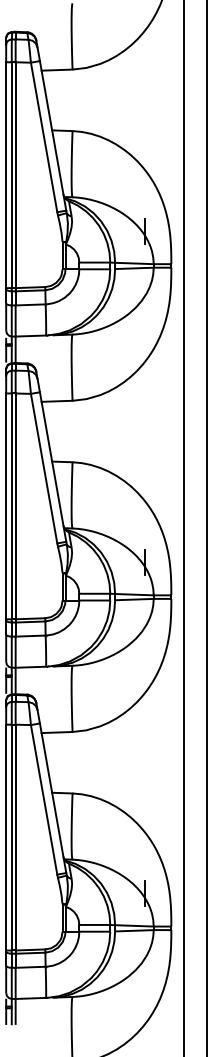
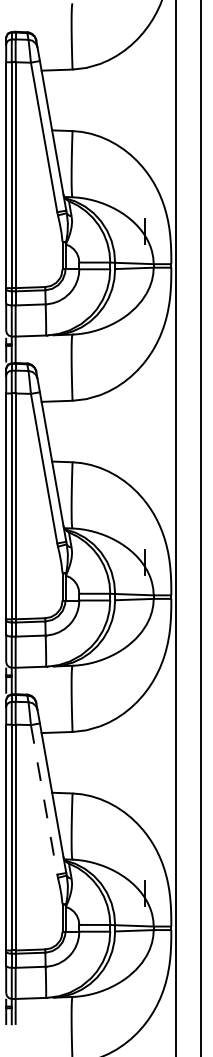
line at (183, 527) position: (183, 527) -> (175, 527)
line at (206, 527) position: (206, 527) -> (200, 527)
line at (44, 799): solid -> dashed
